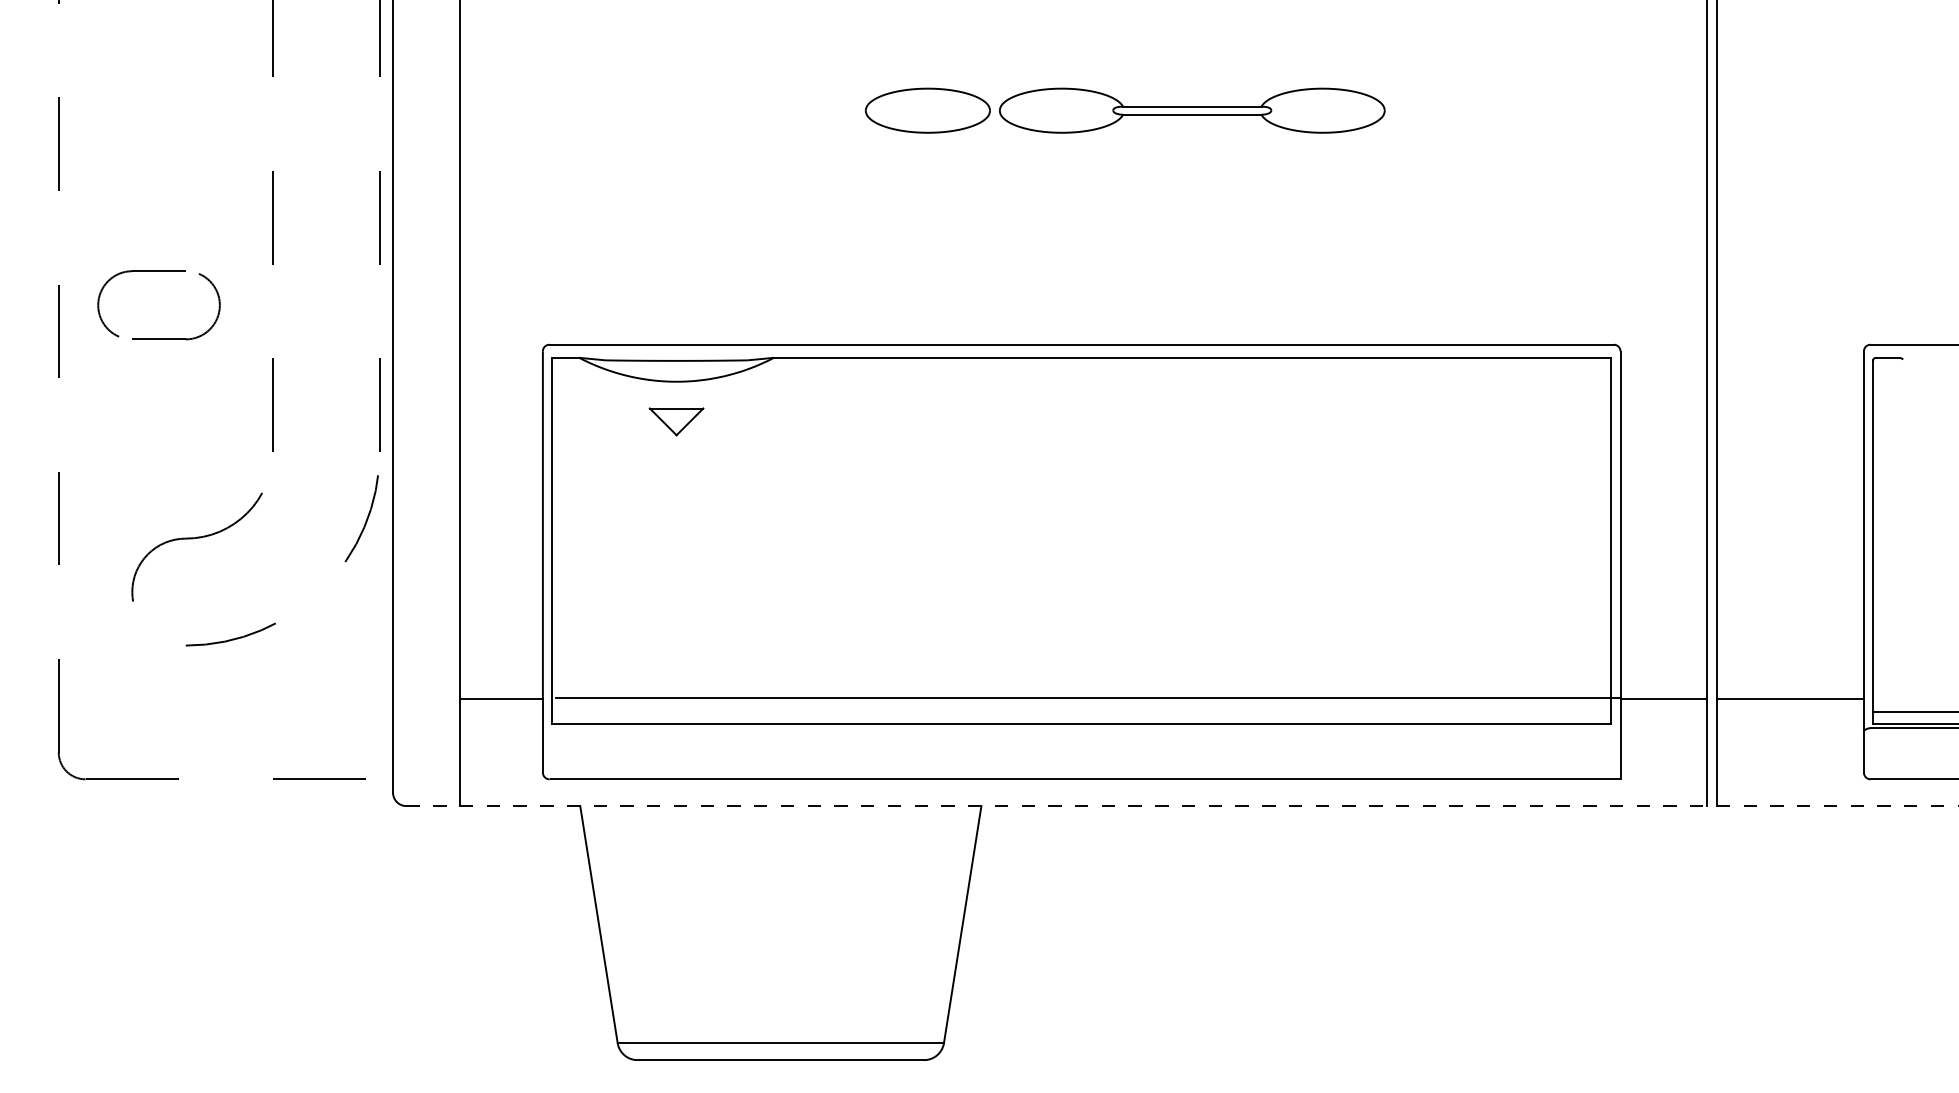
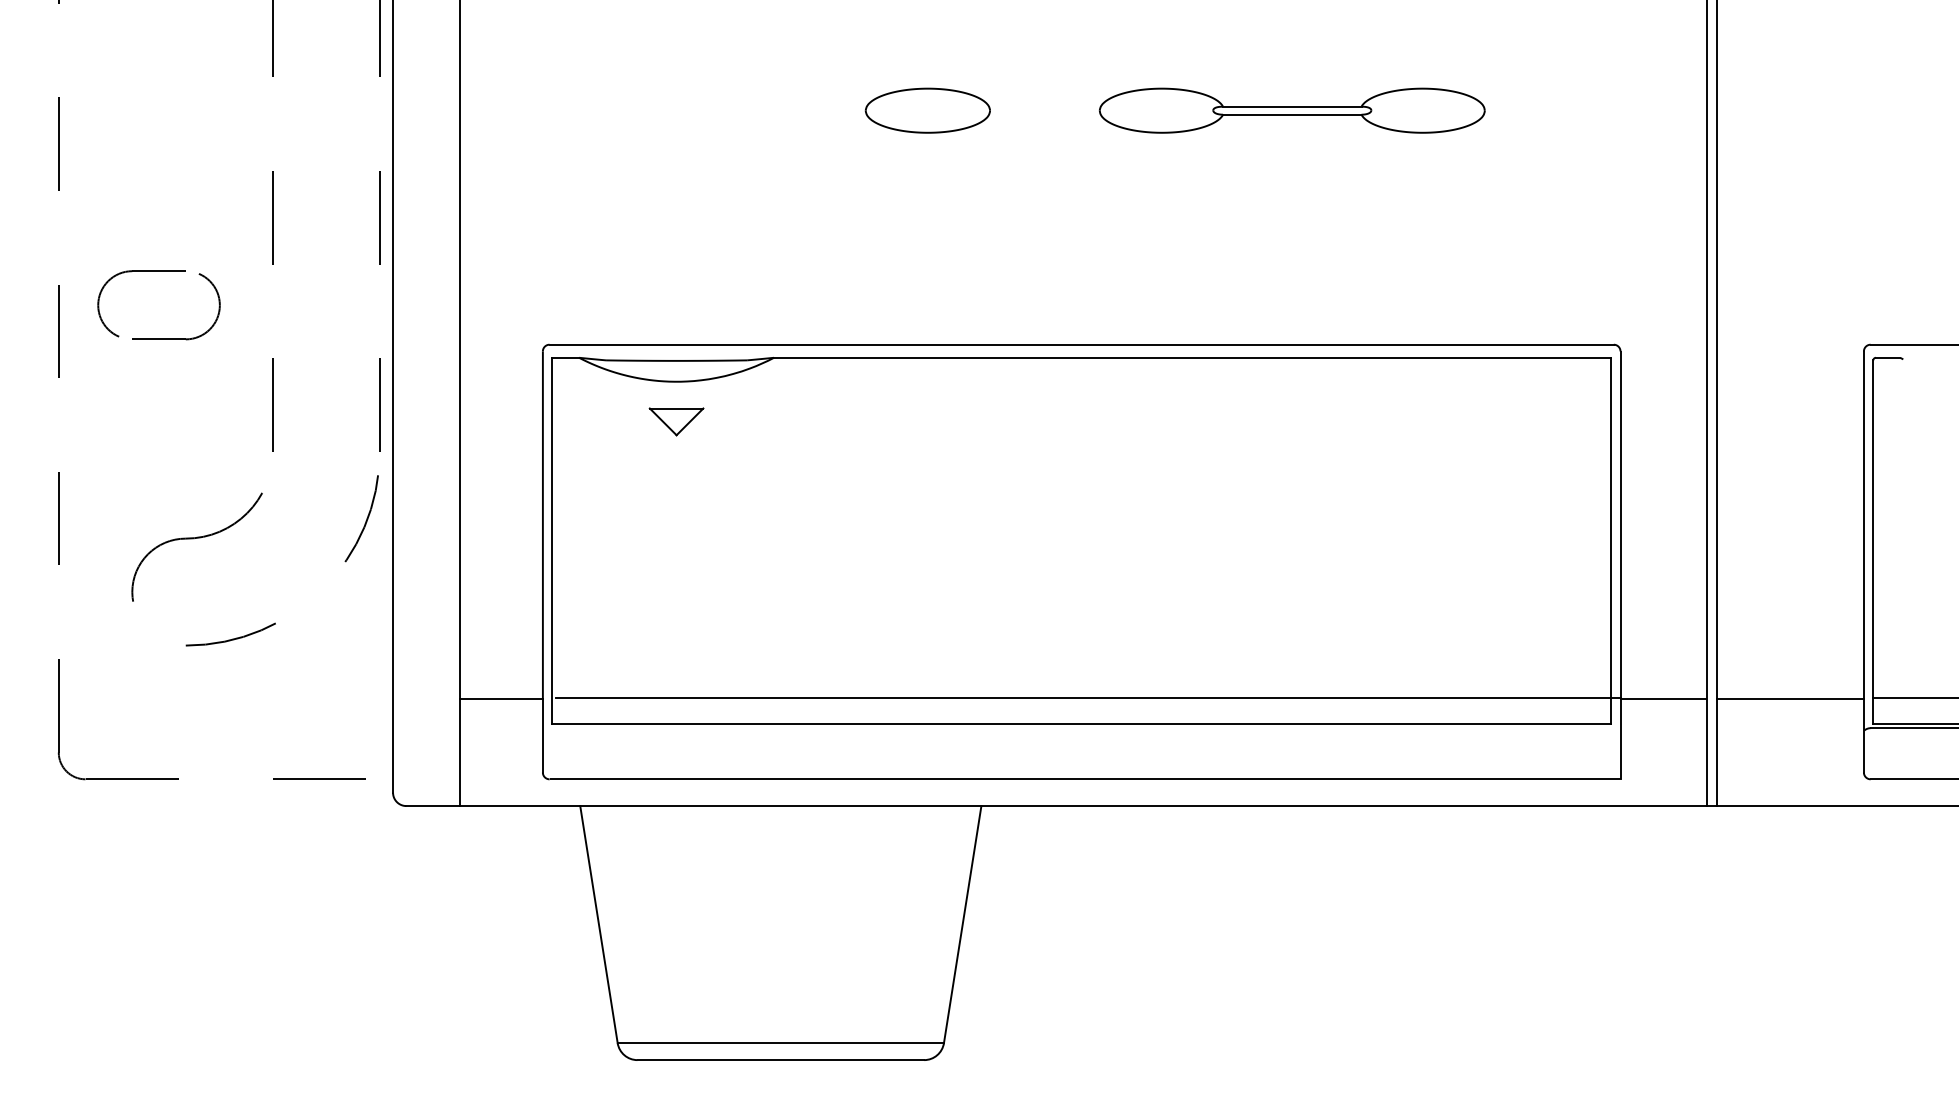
part at (1191, 110) position: (1191, 110) -> (1291, 110)
line at (1914, 711) position: (1914, 711) -> (1914, 697)
line at (1182, 806): dashed -> solid
